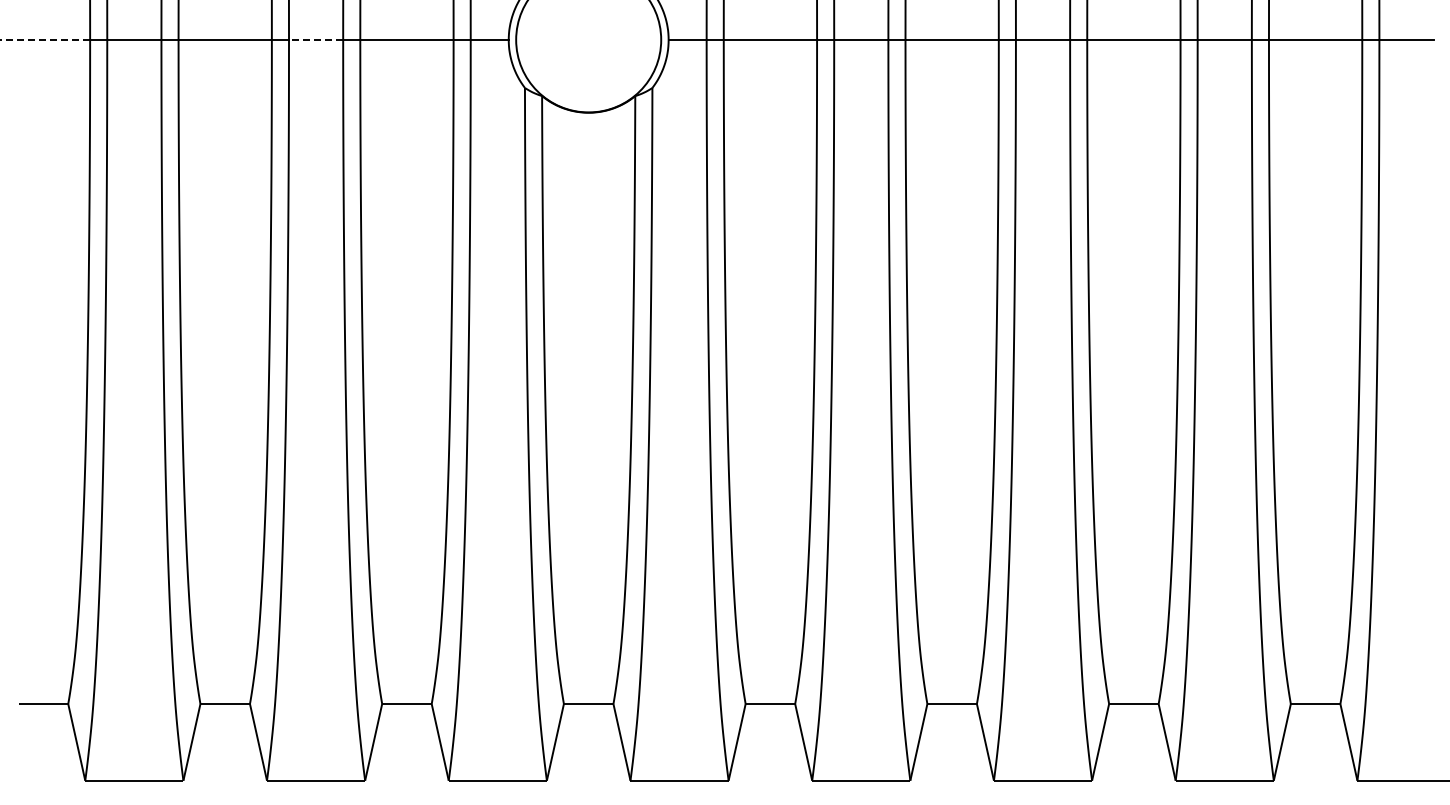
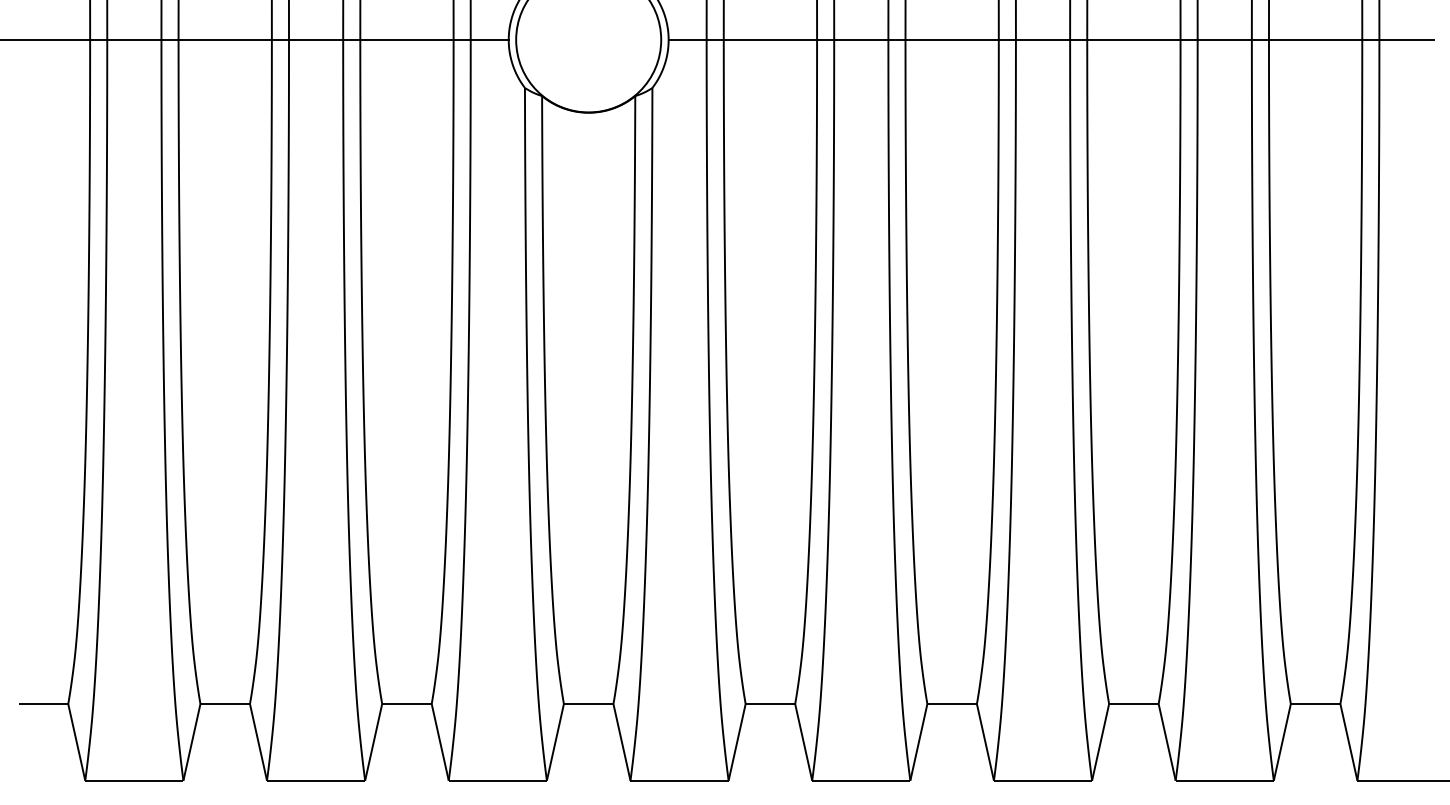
line at (45, 39): dashed -> solid
line at (315, 39): dashed -> solid
